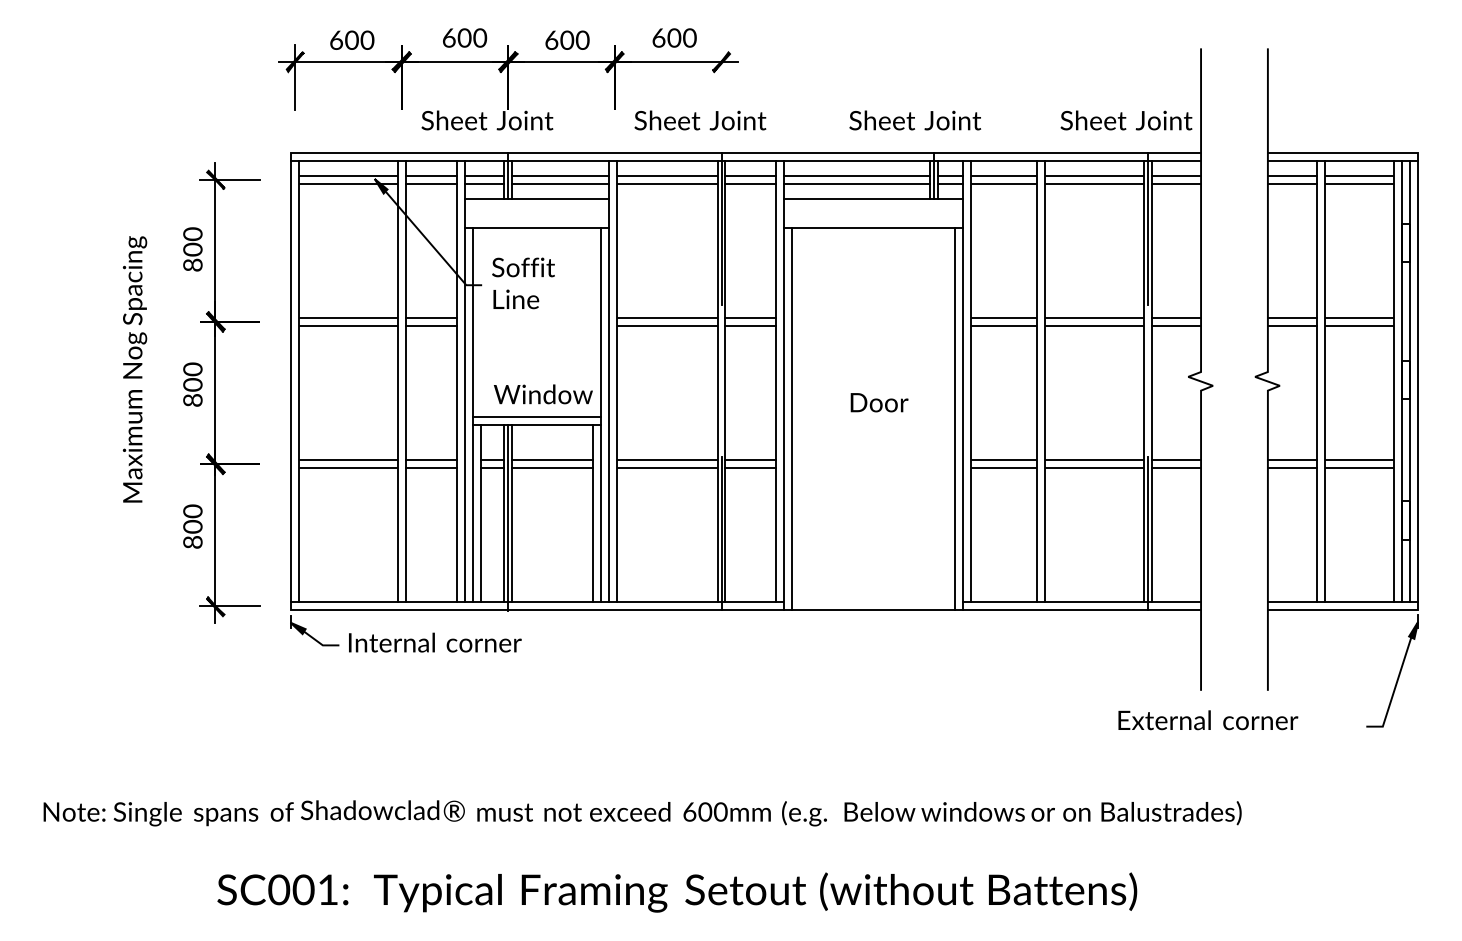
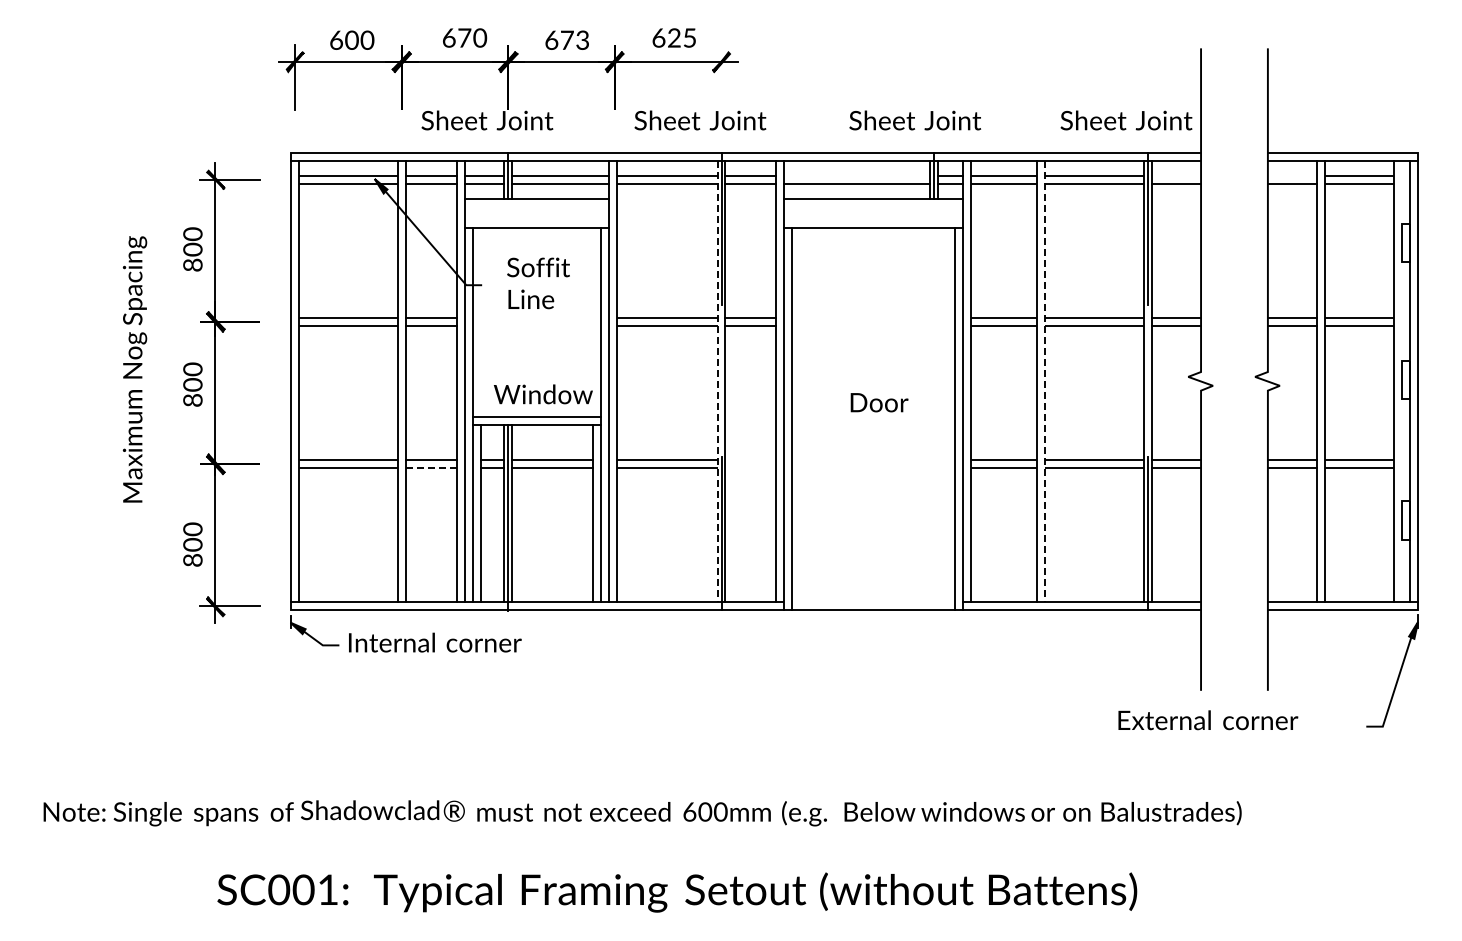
text at (464, 37): 600 -> 670
text at (681, 37): 600 -> 625
text at (574, 39): 600 -> 673
line at (857, 176): present -> none
line at (1176, 176): present -> none
line at (1291, 176): present -> none
text at (523, 283) position: (523, 283) -> (538, 283)
line at (717, 381): solid -> dashed
line at (1045, 381): solid -> dashed
line at (1402, 381): present -> none
line at (750, 460): present -> none
line at (431, 468): solid -> dashed
line at (750, 468): present -> none
text at (192, 526) position: (192, 526) -> (192, 544)
